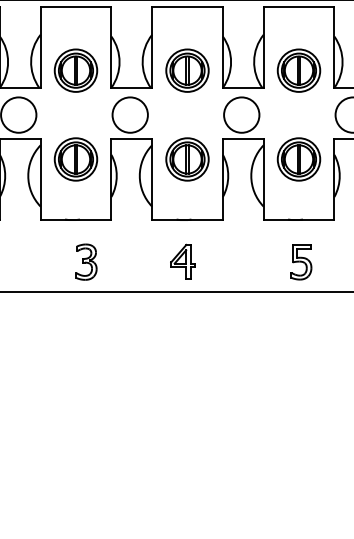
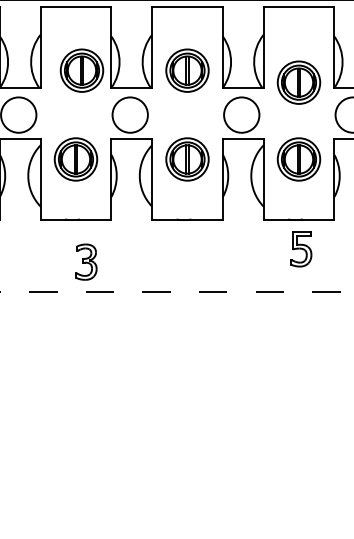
part at (75, 70) position: (75, 70) -> (81, 70)
part at (298, 70) position: (298, 70) -> (298, 82)
part at (182, 261): present -> none
part at (301, 262) position: (301, 262) -> (301, 249)
line at (176, 291): solid -> dashed
